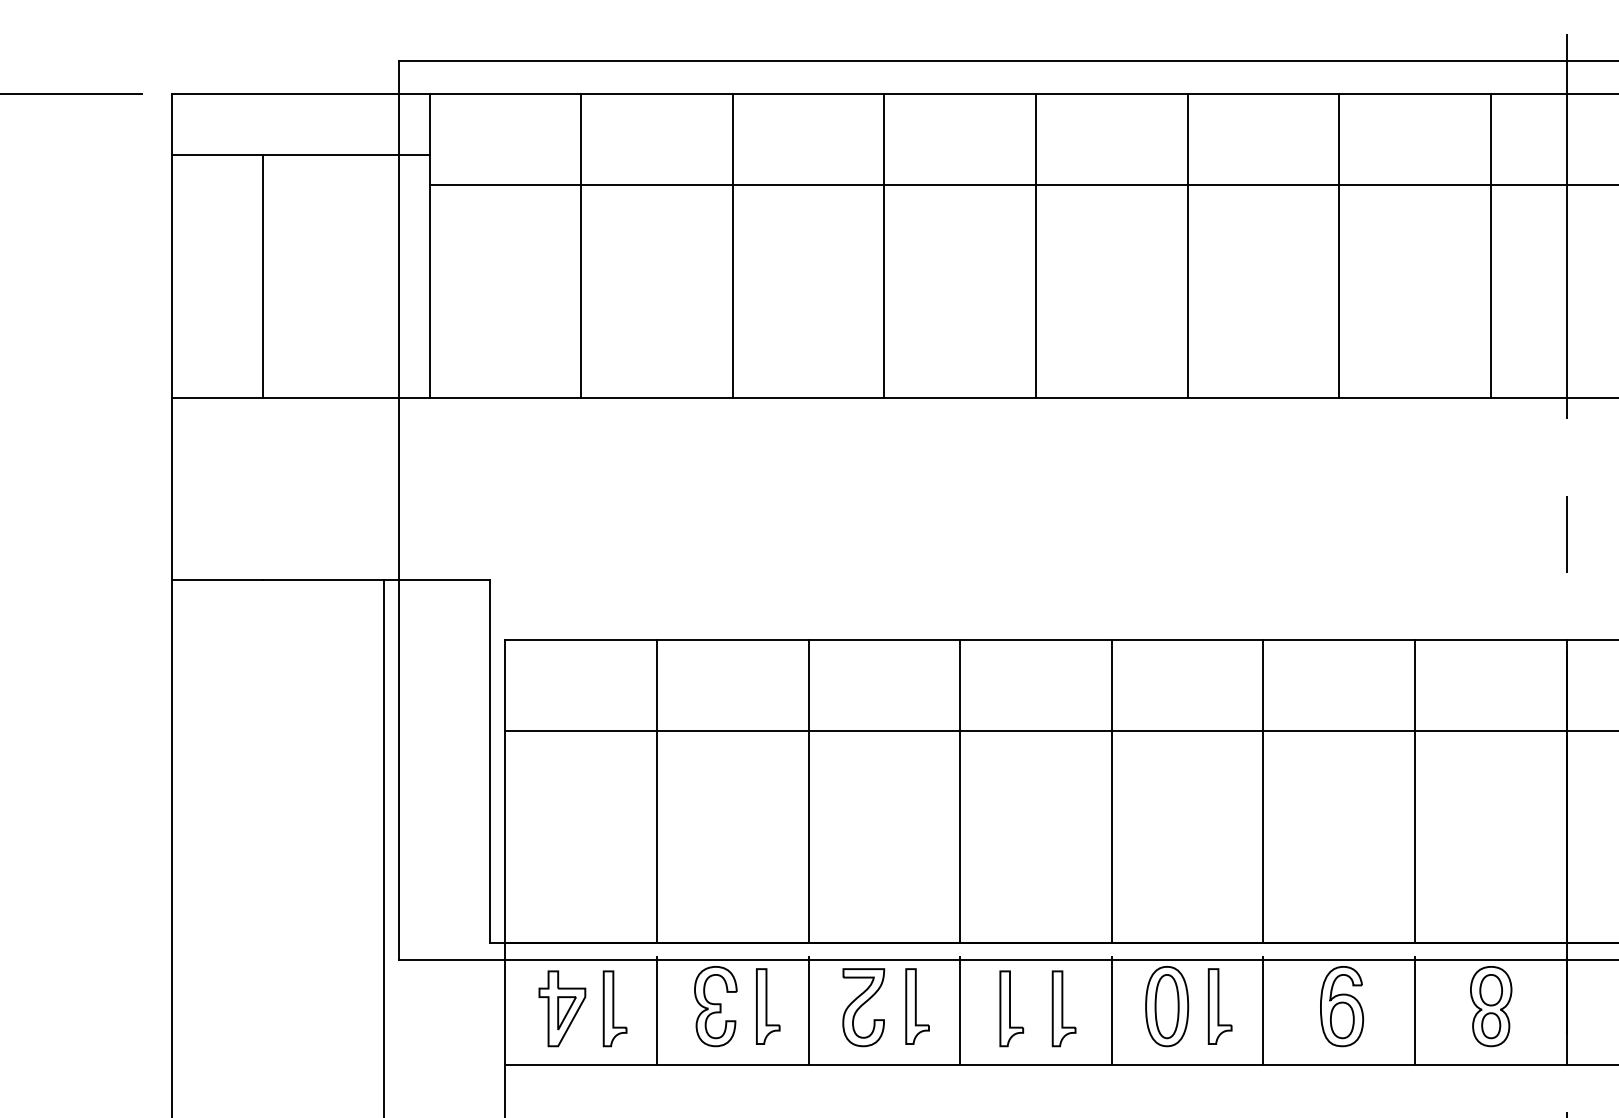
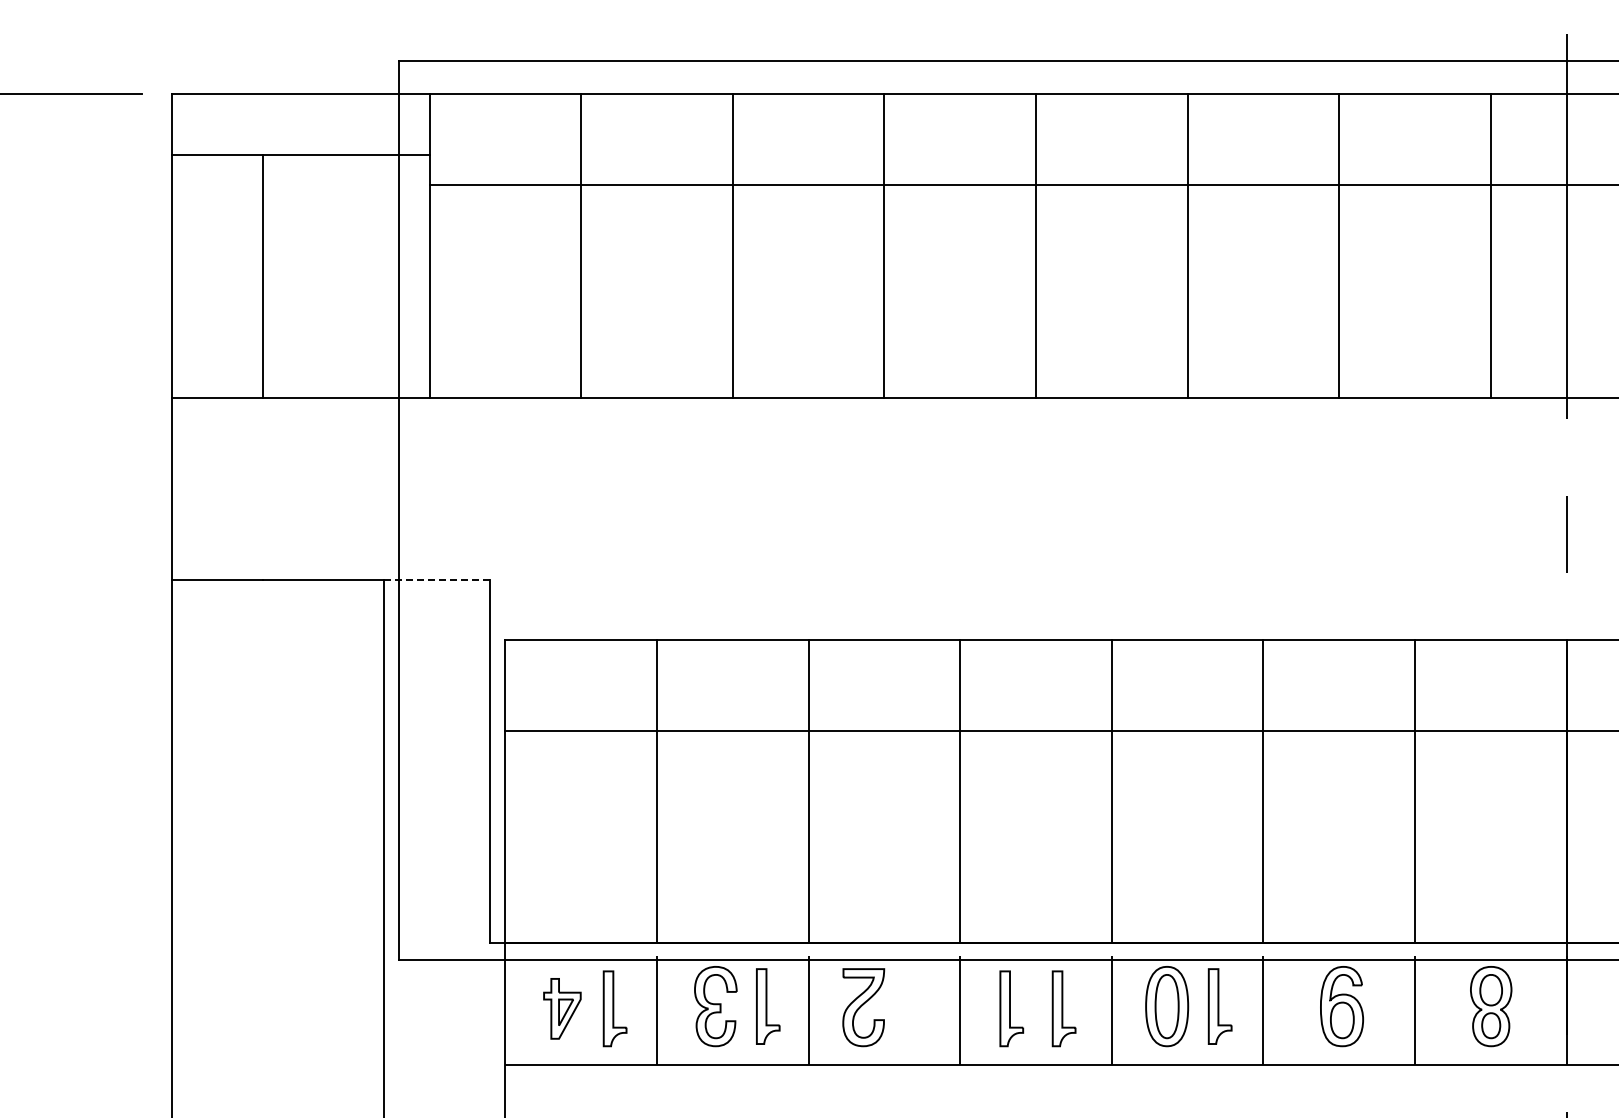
line at (437, 579): solid -> dashed
part at (917, 1006): present -> none
part at (562, 1008) size: 49x78 px -> 39x62 px
